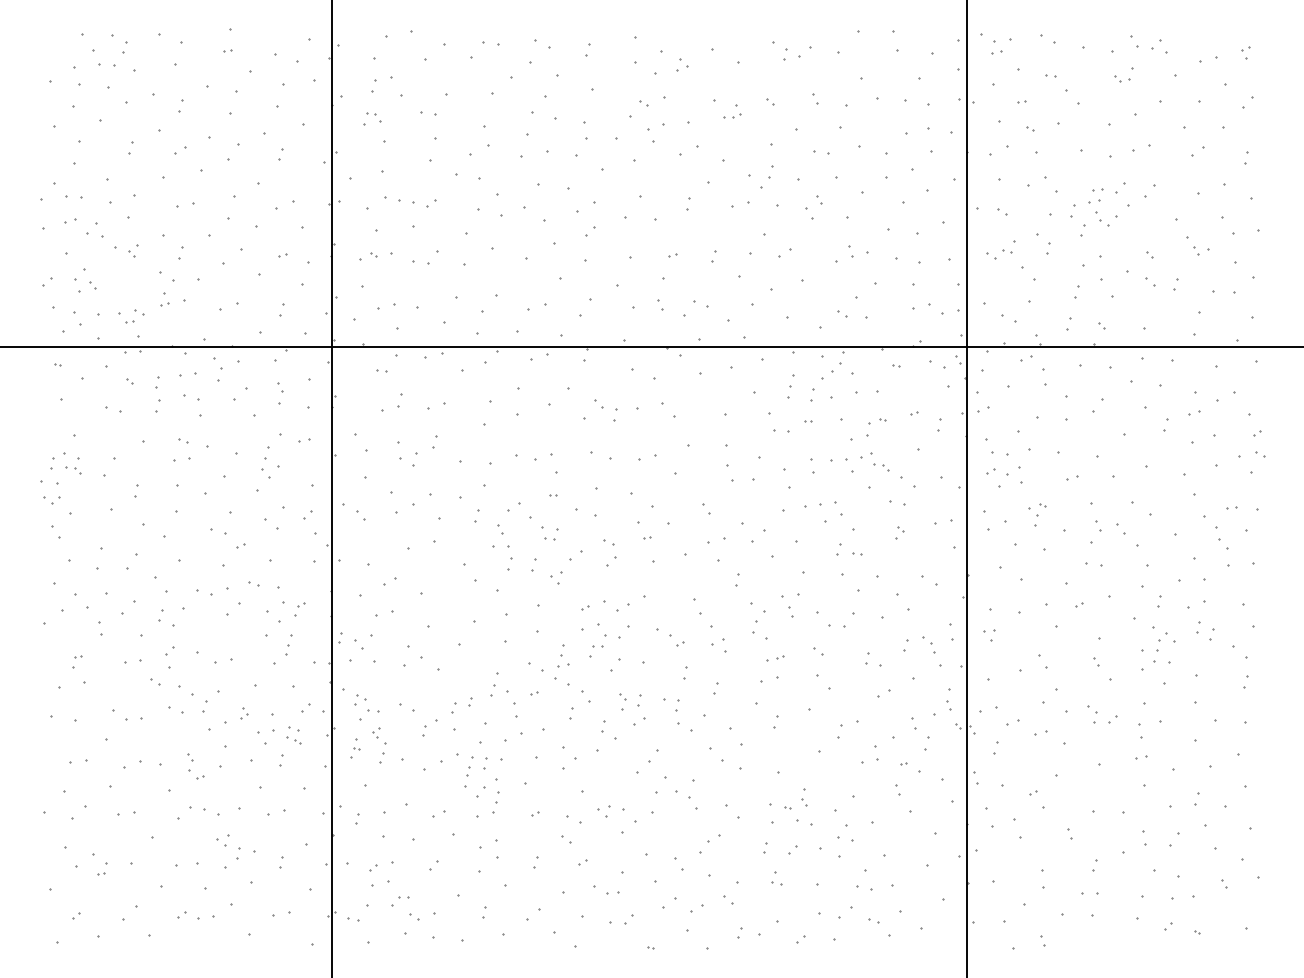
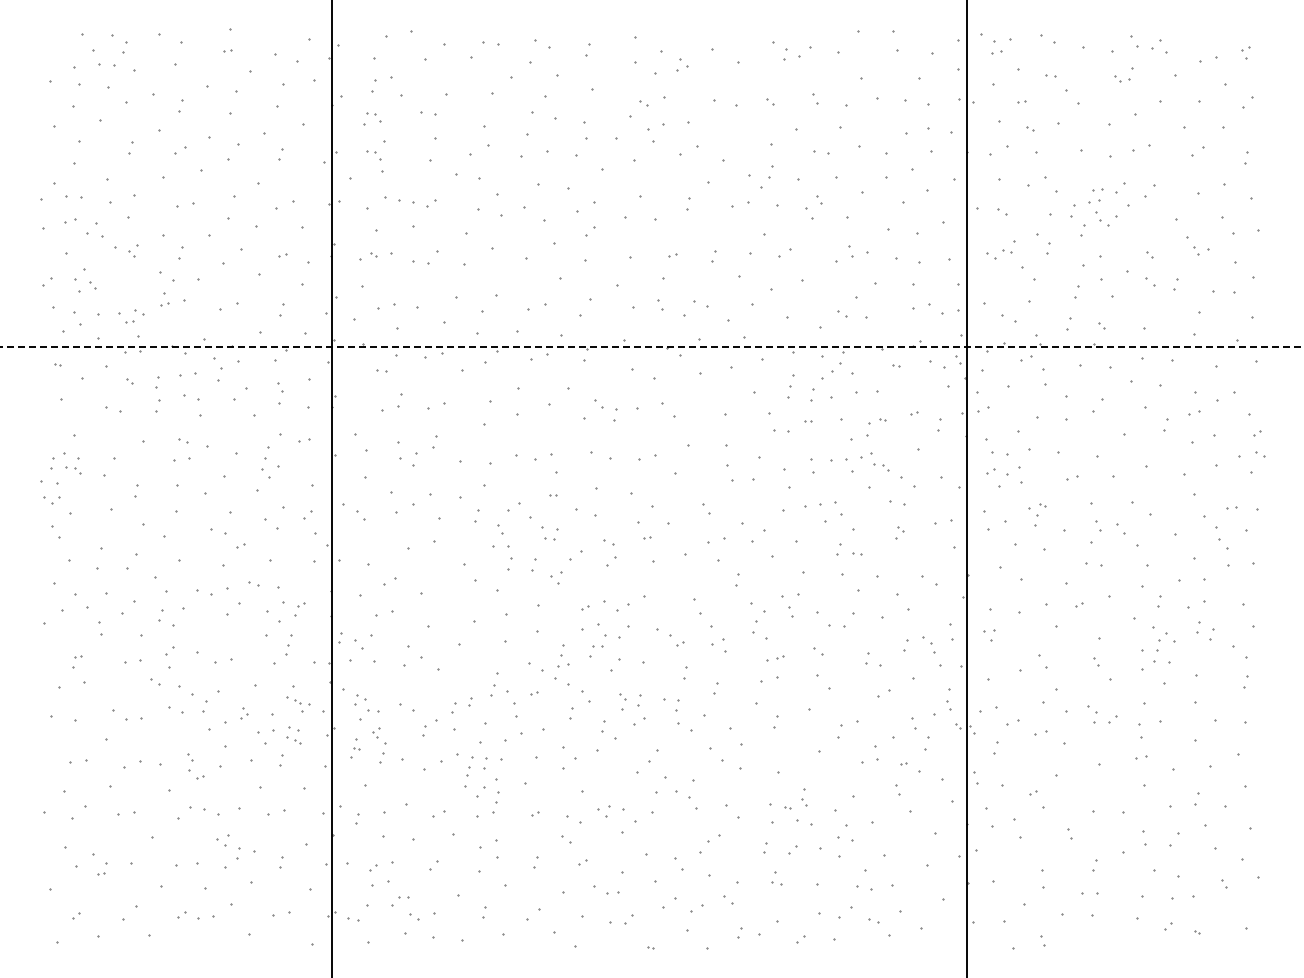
part at (732, 115): present -> none
part at (373, 155): none -> present
line at (651, 346): solid -> dashed
part at (293, 700): none -> present
